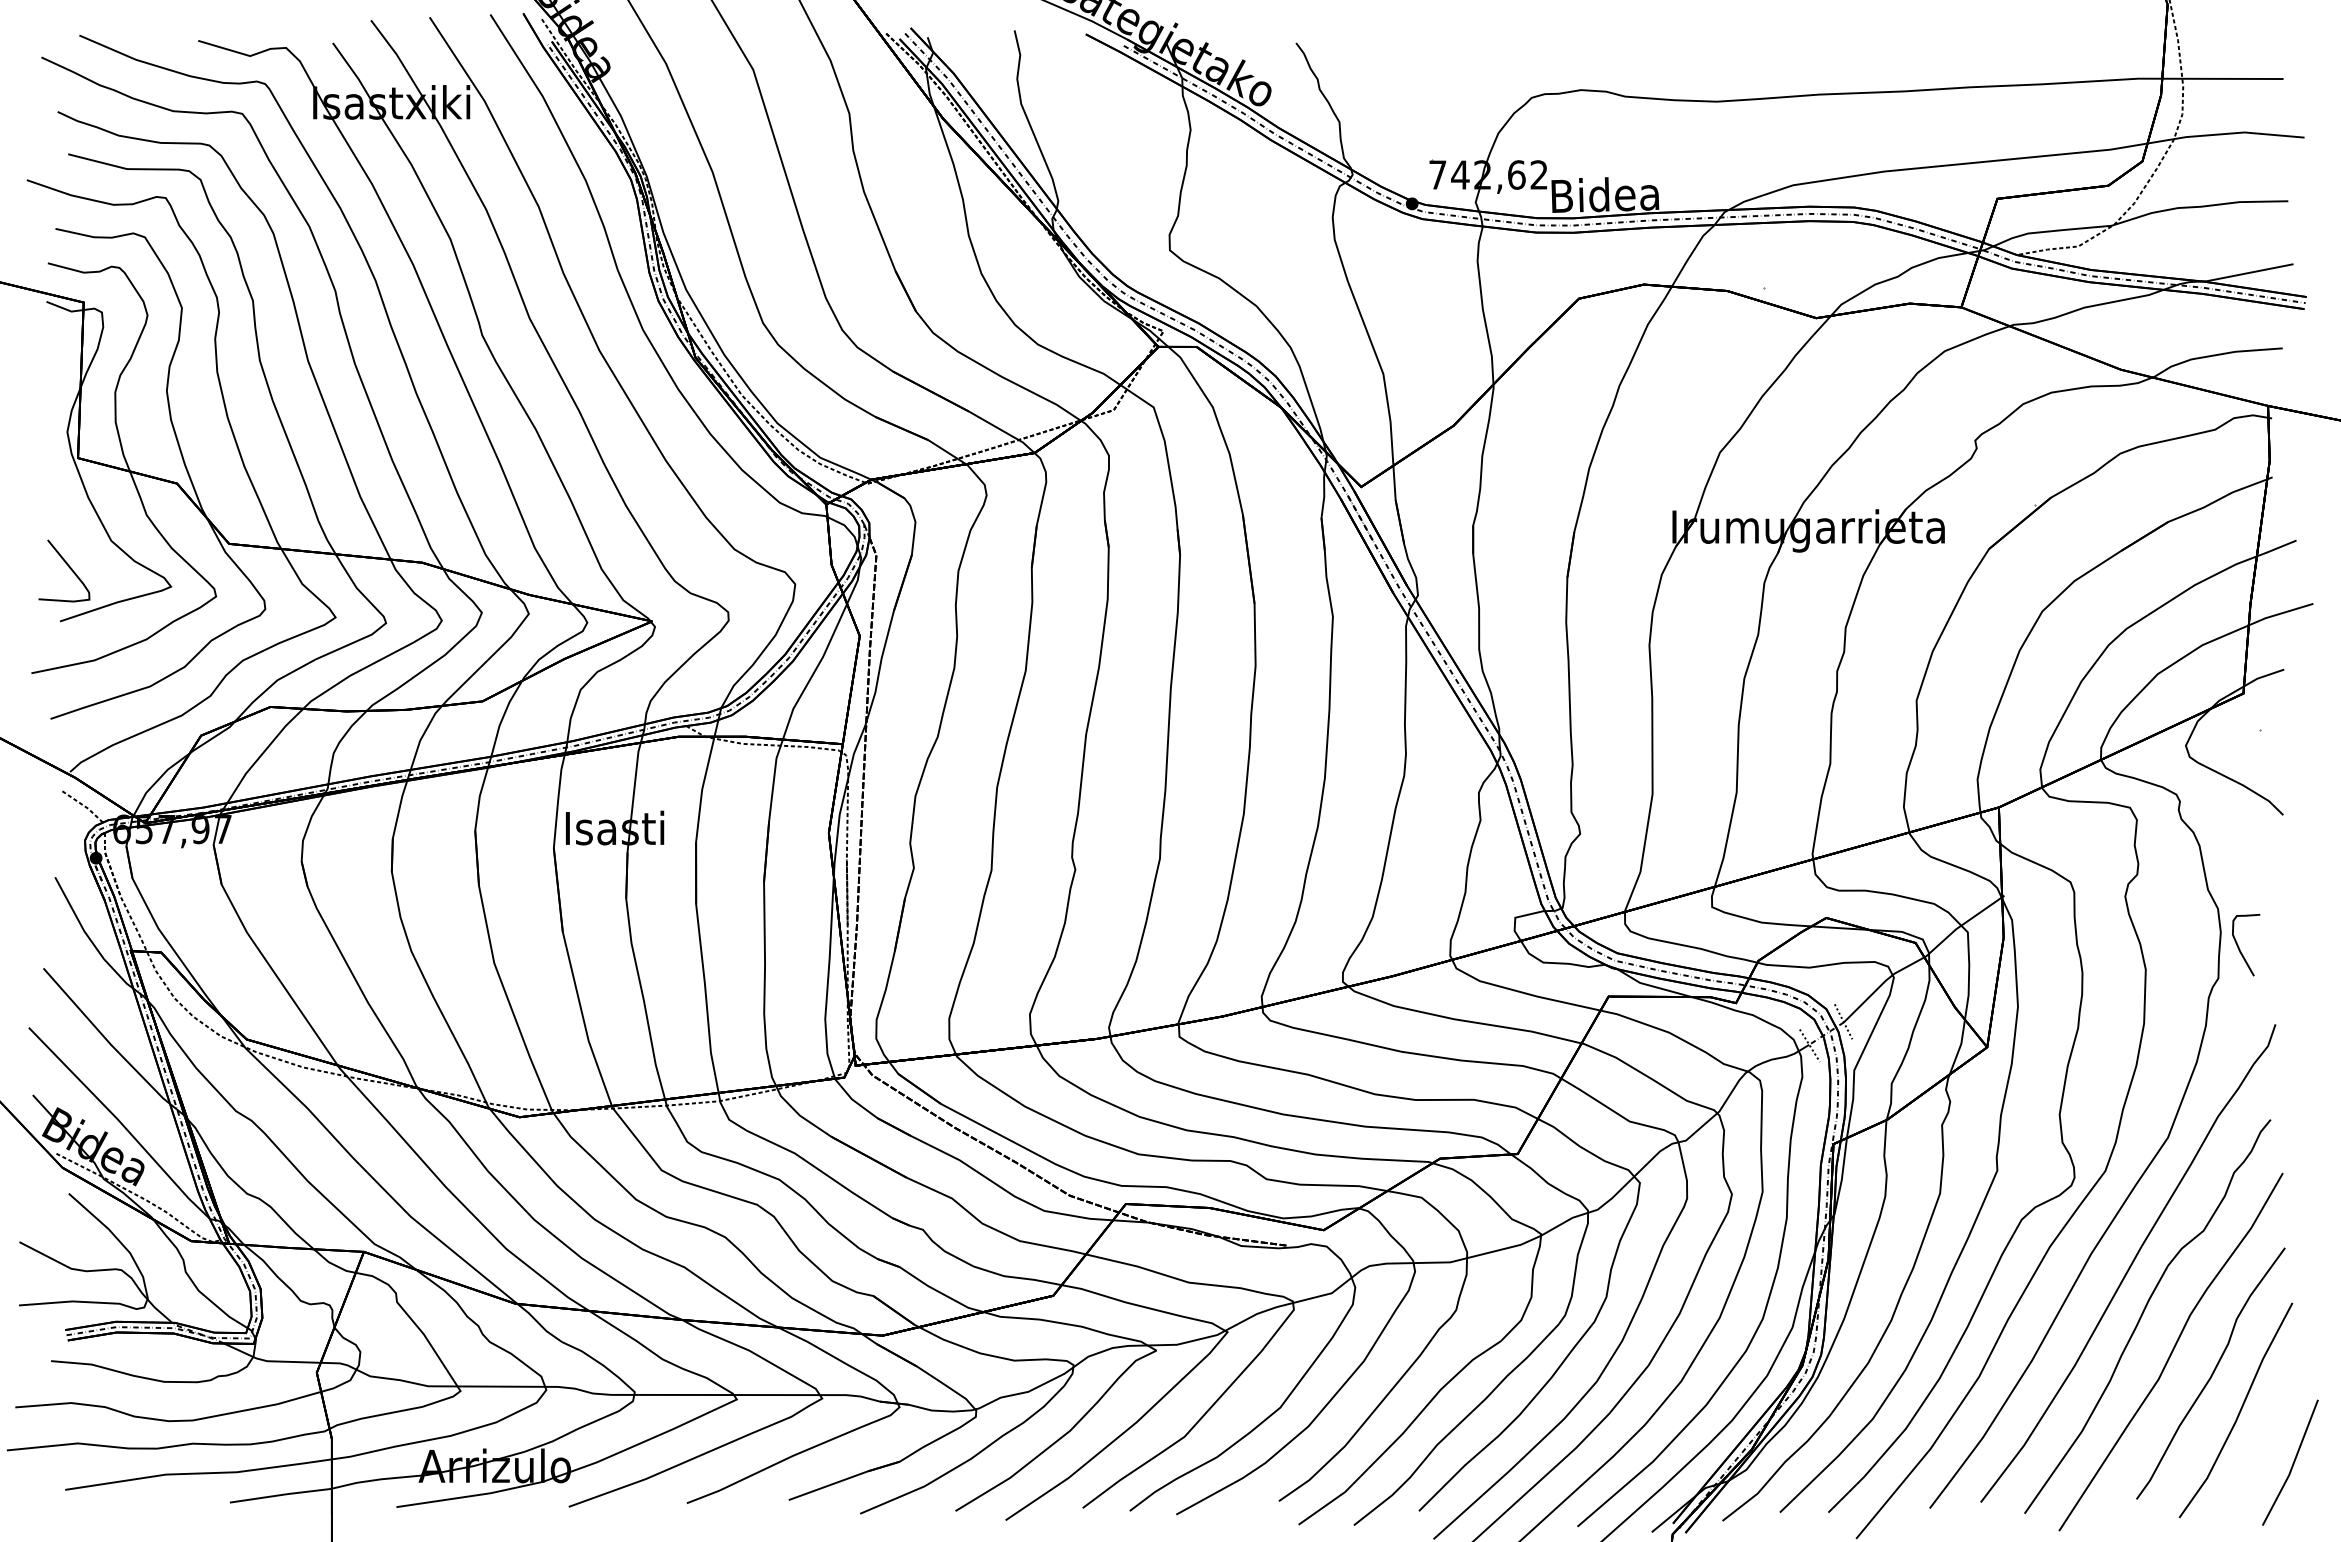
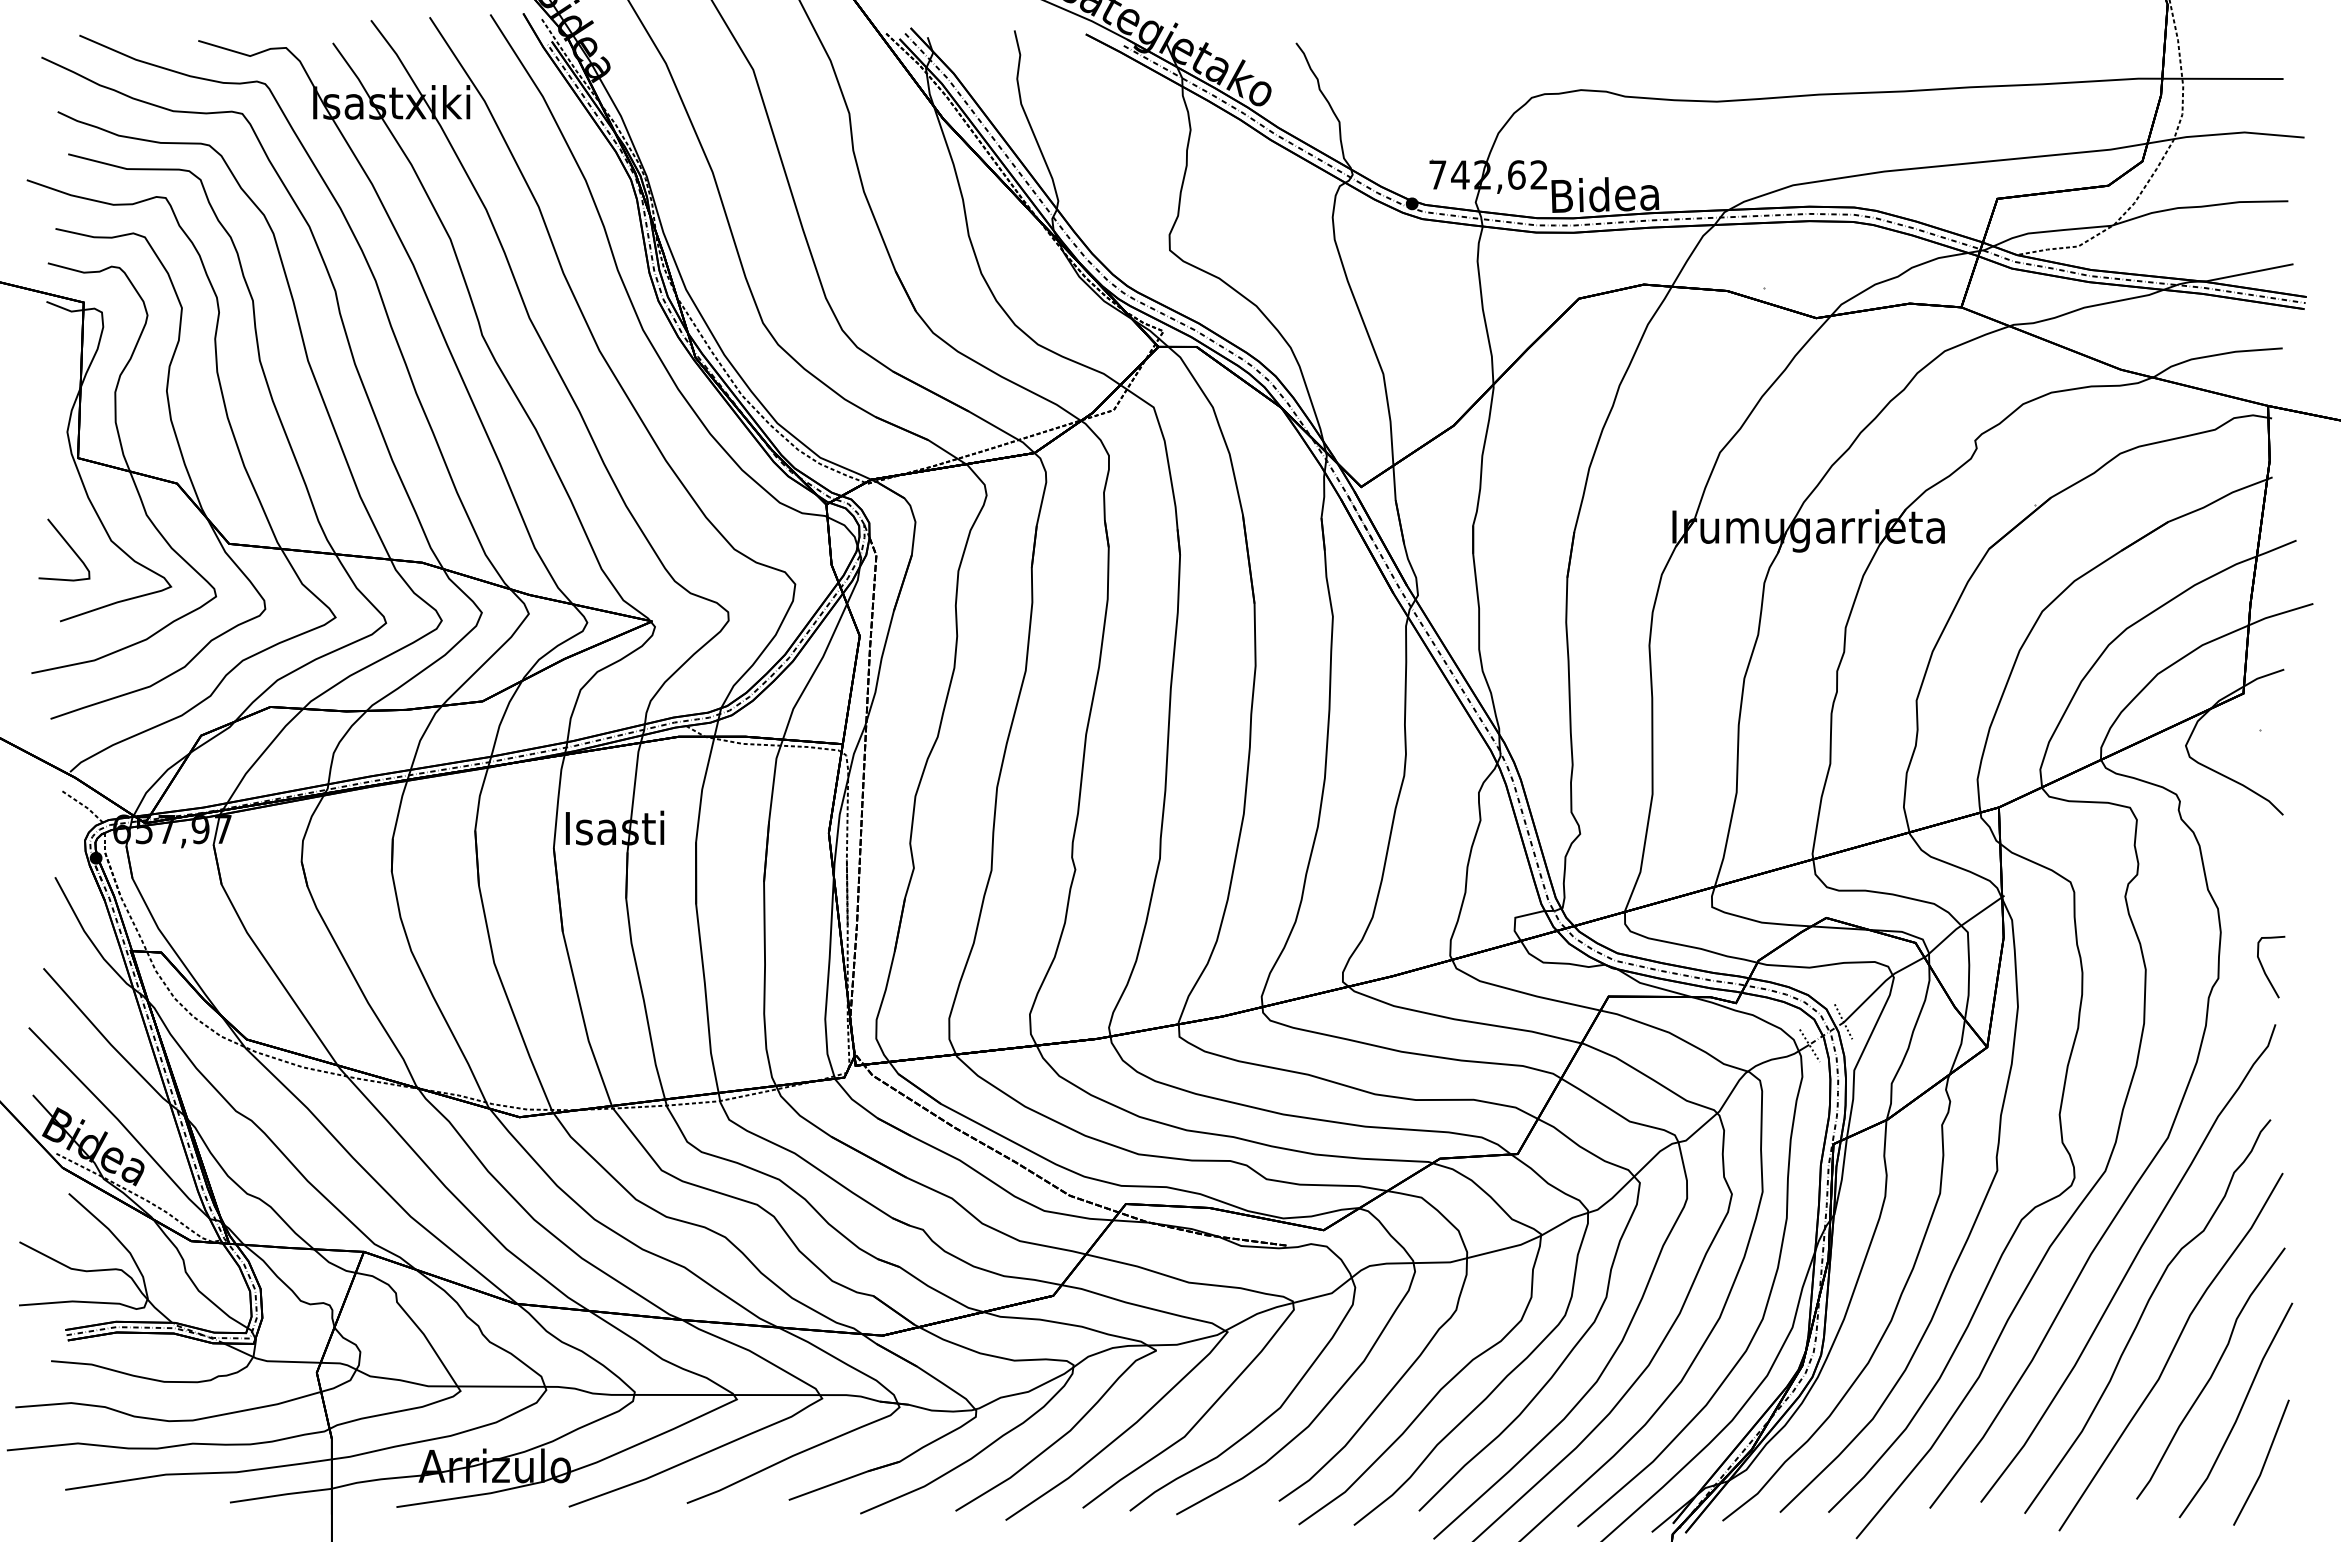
curve at (68, 567) position: (68, 567) -> (68, 546)
curve at (2239, 947) position: (2239, 947) -> (2264, 969)
line at (2292, 1463) position: (2292, 1463) -> (2263, 1463)
